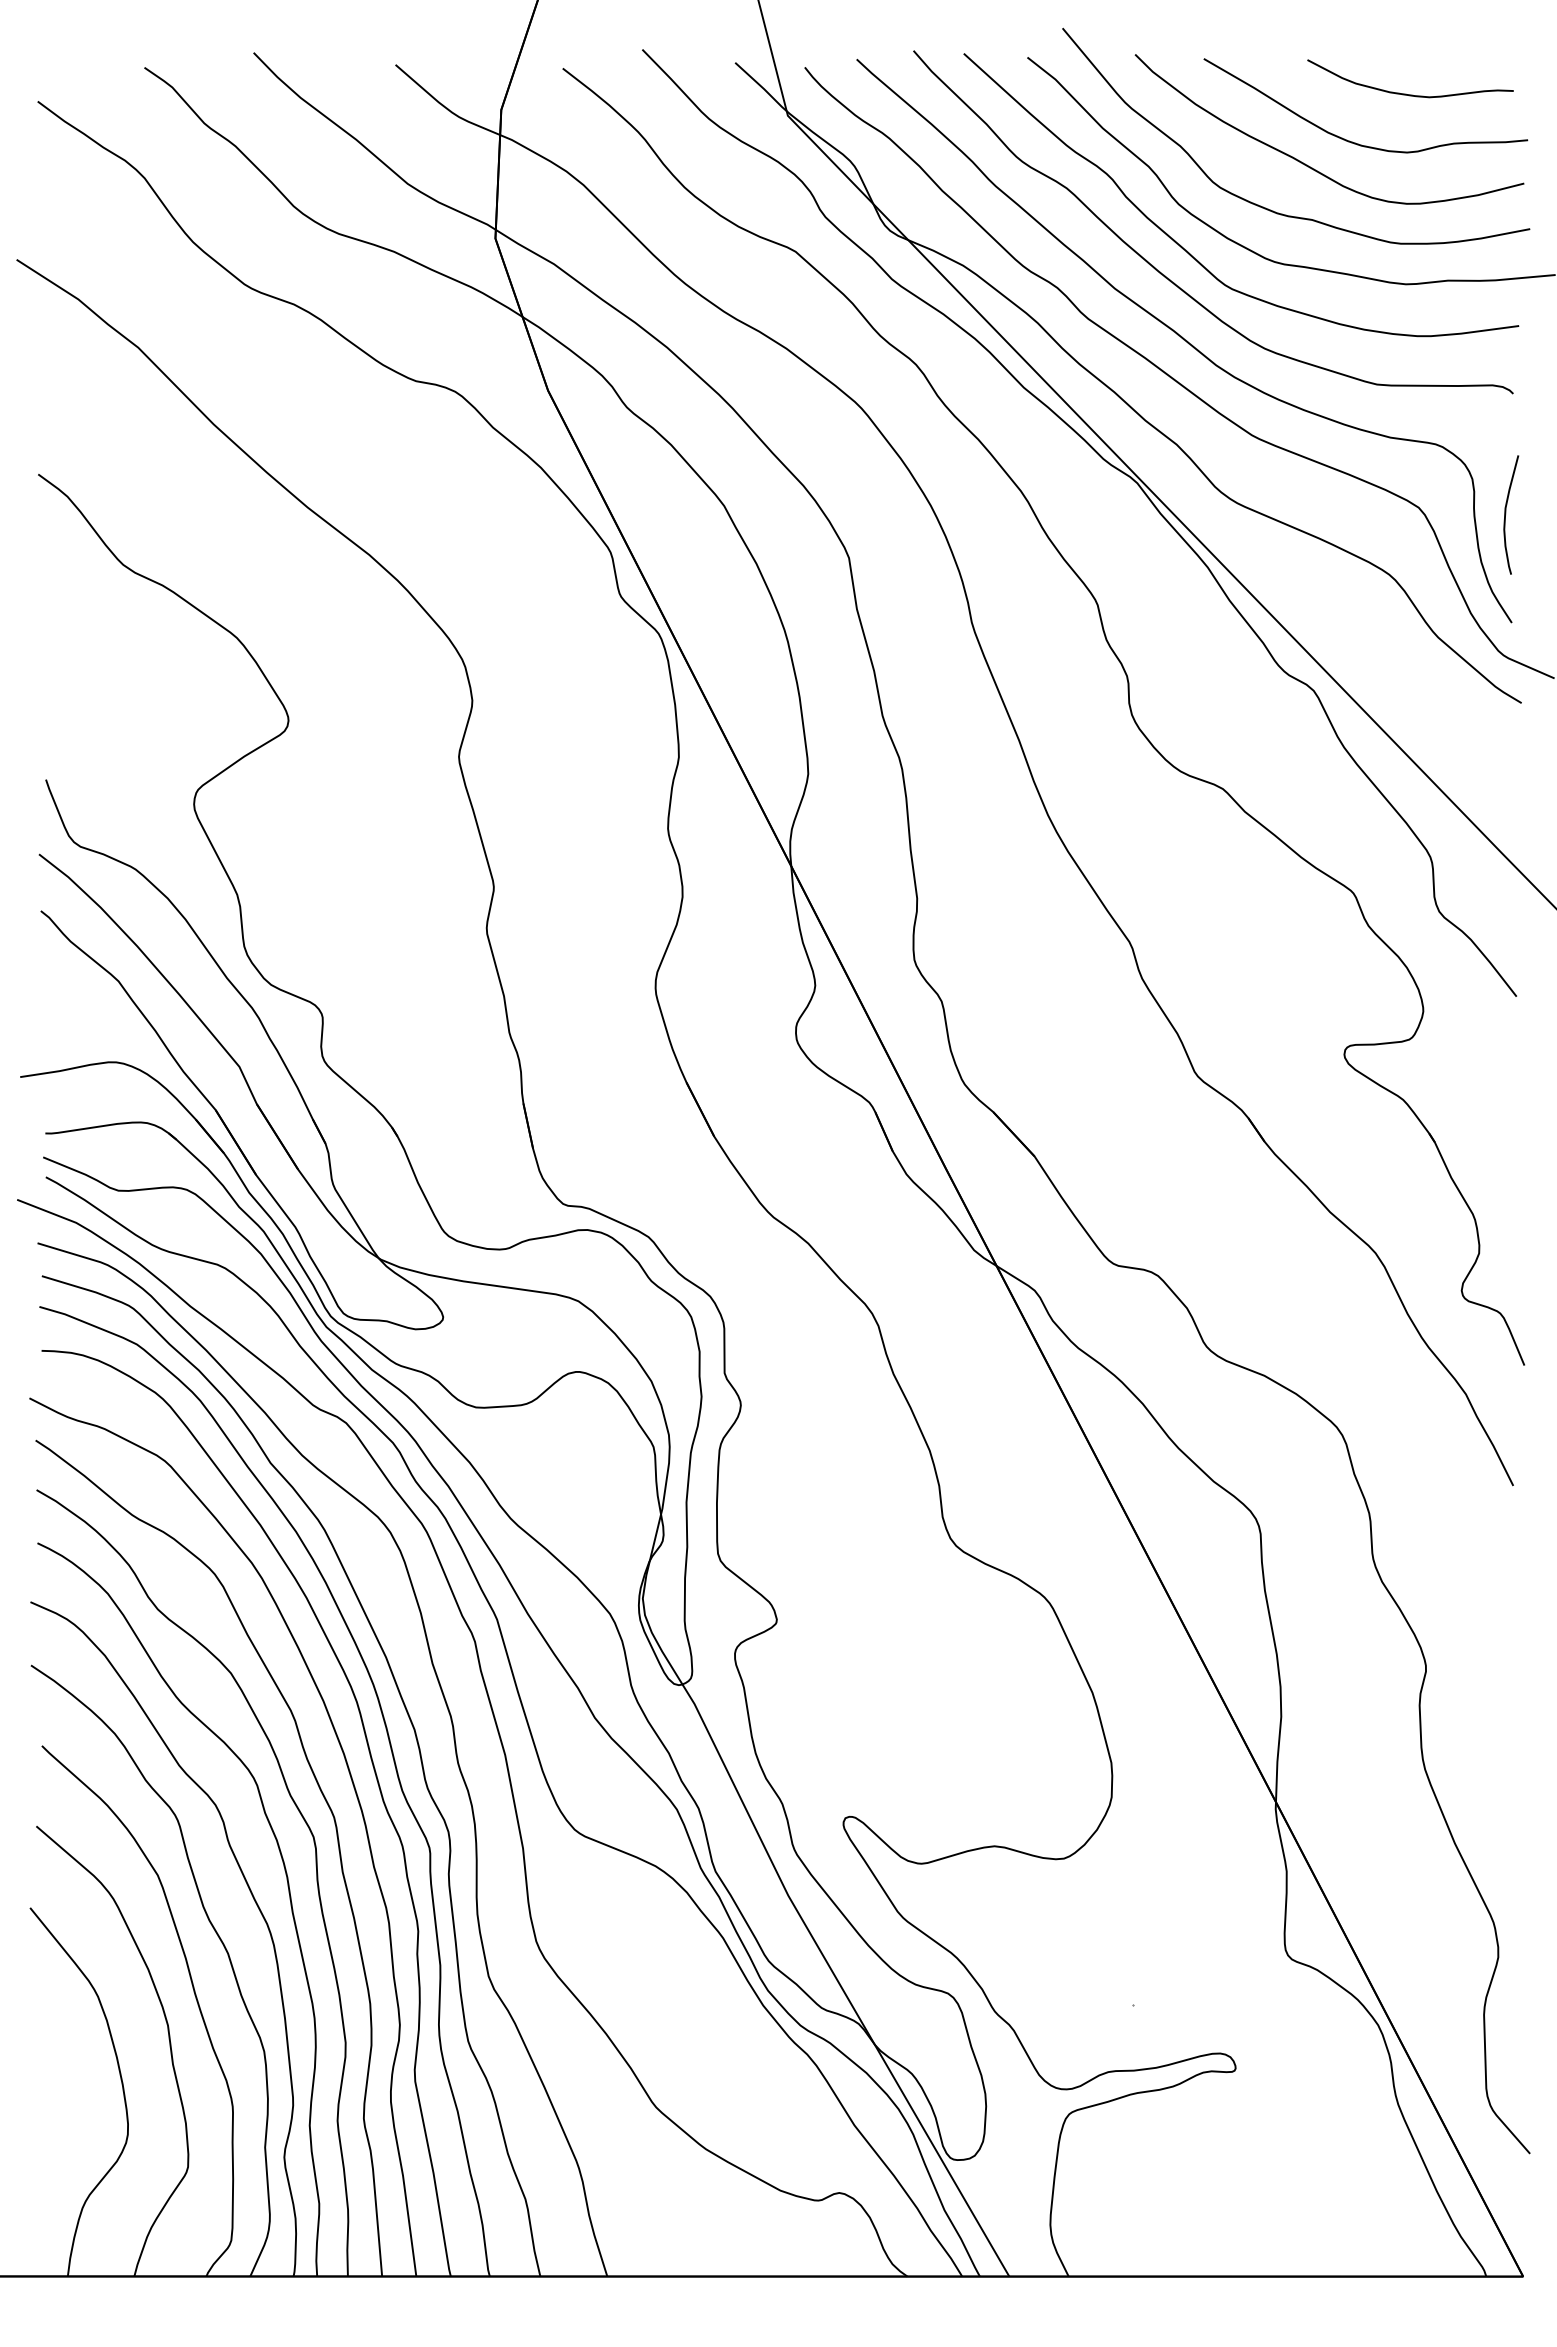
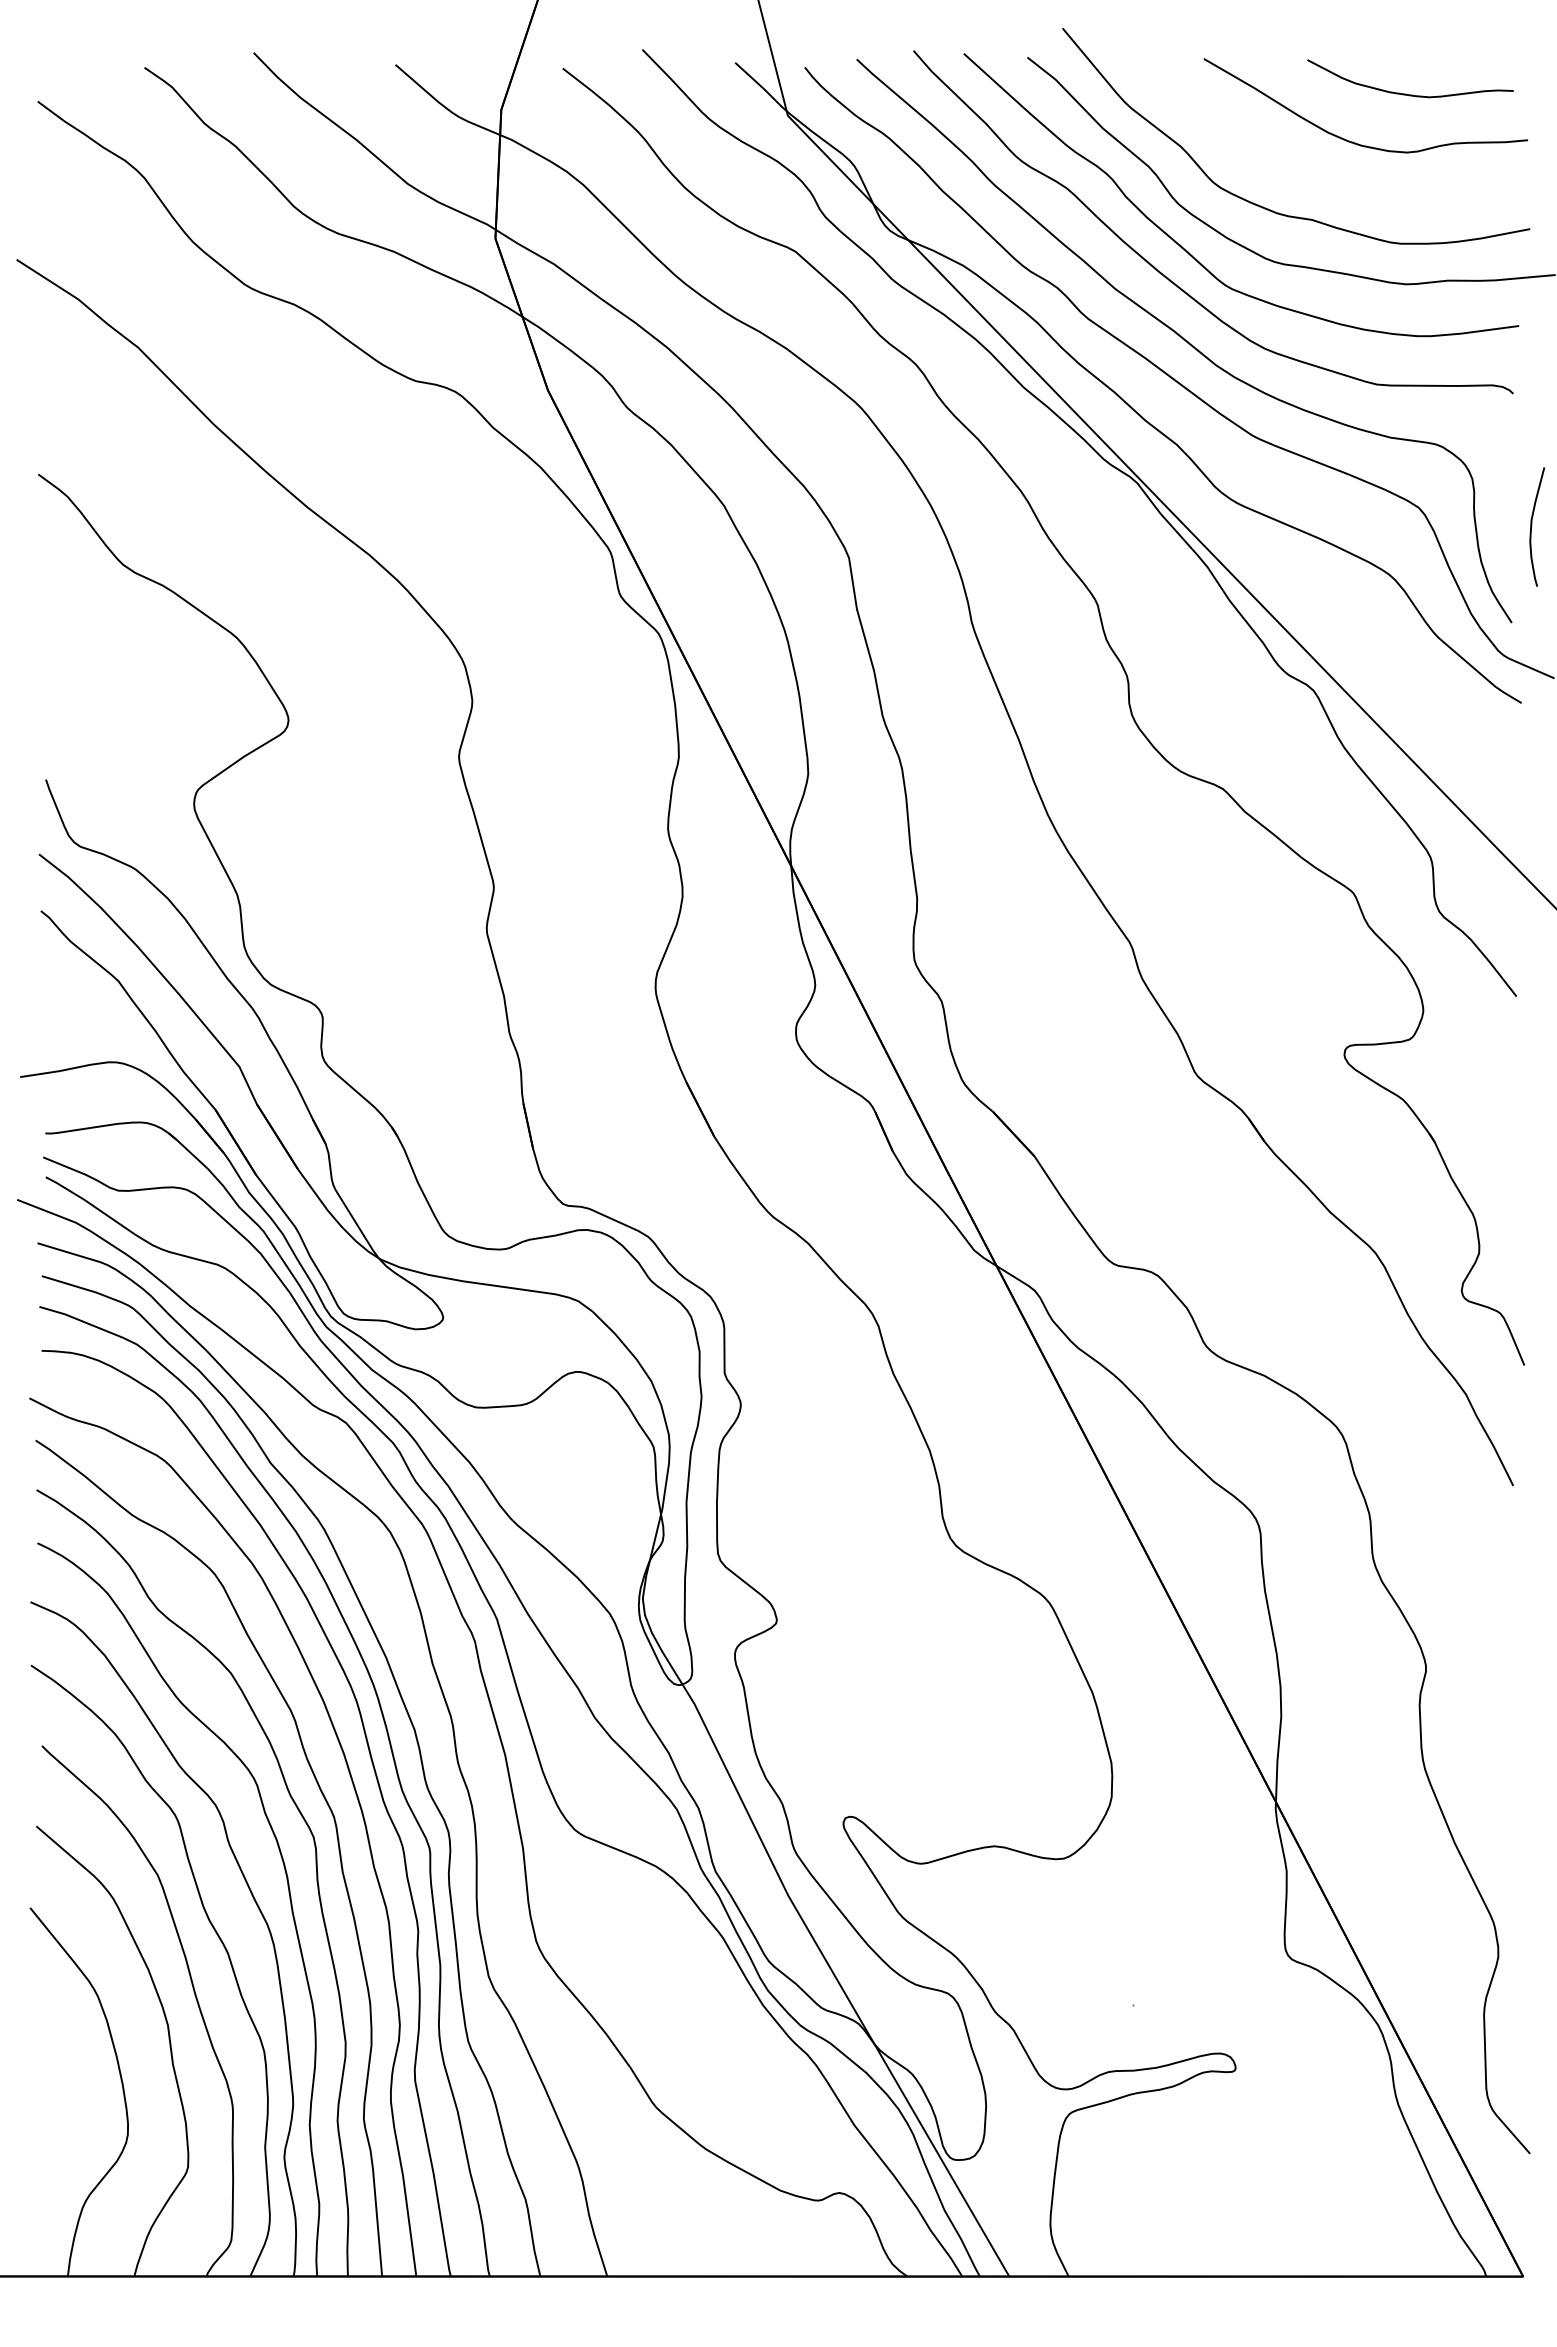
curve at (1307, 164): present -> none
curve at (1506, 514) position: (1506, 514) -> (1532, 526)
